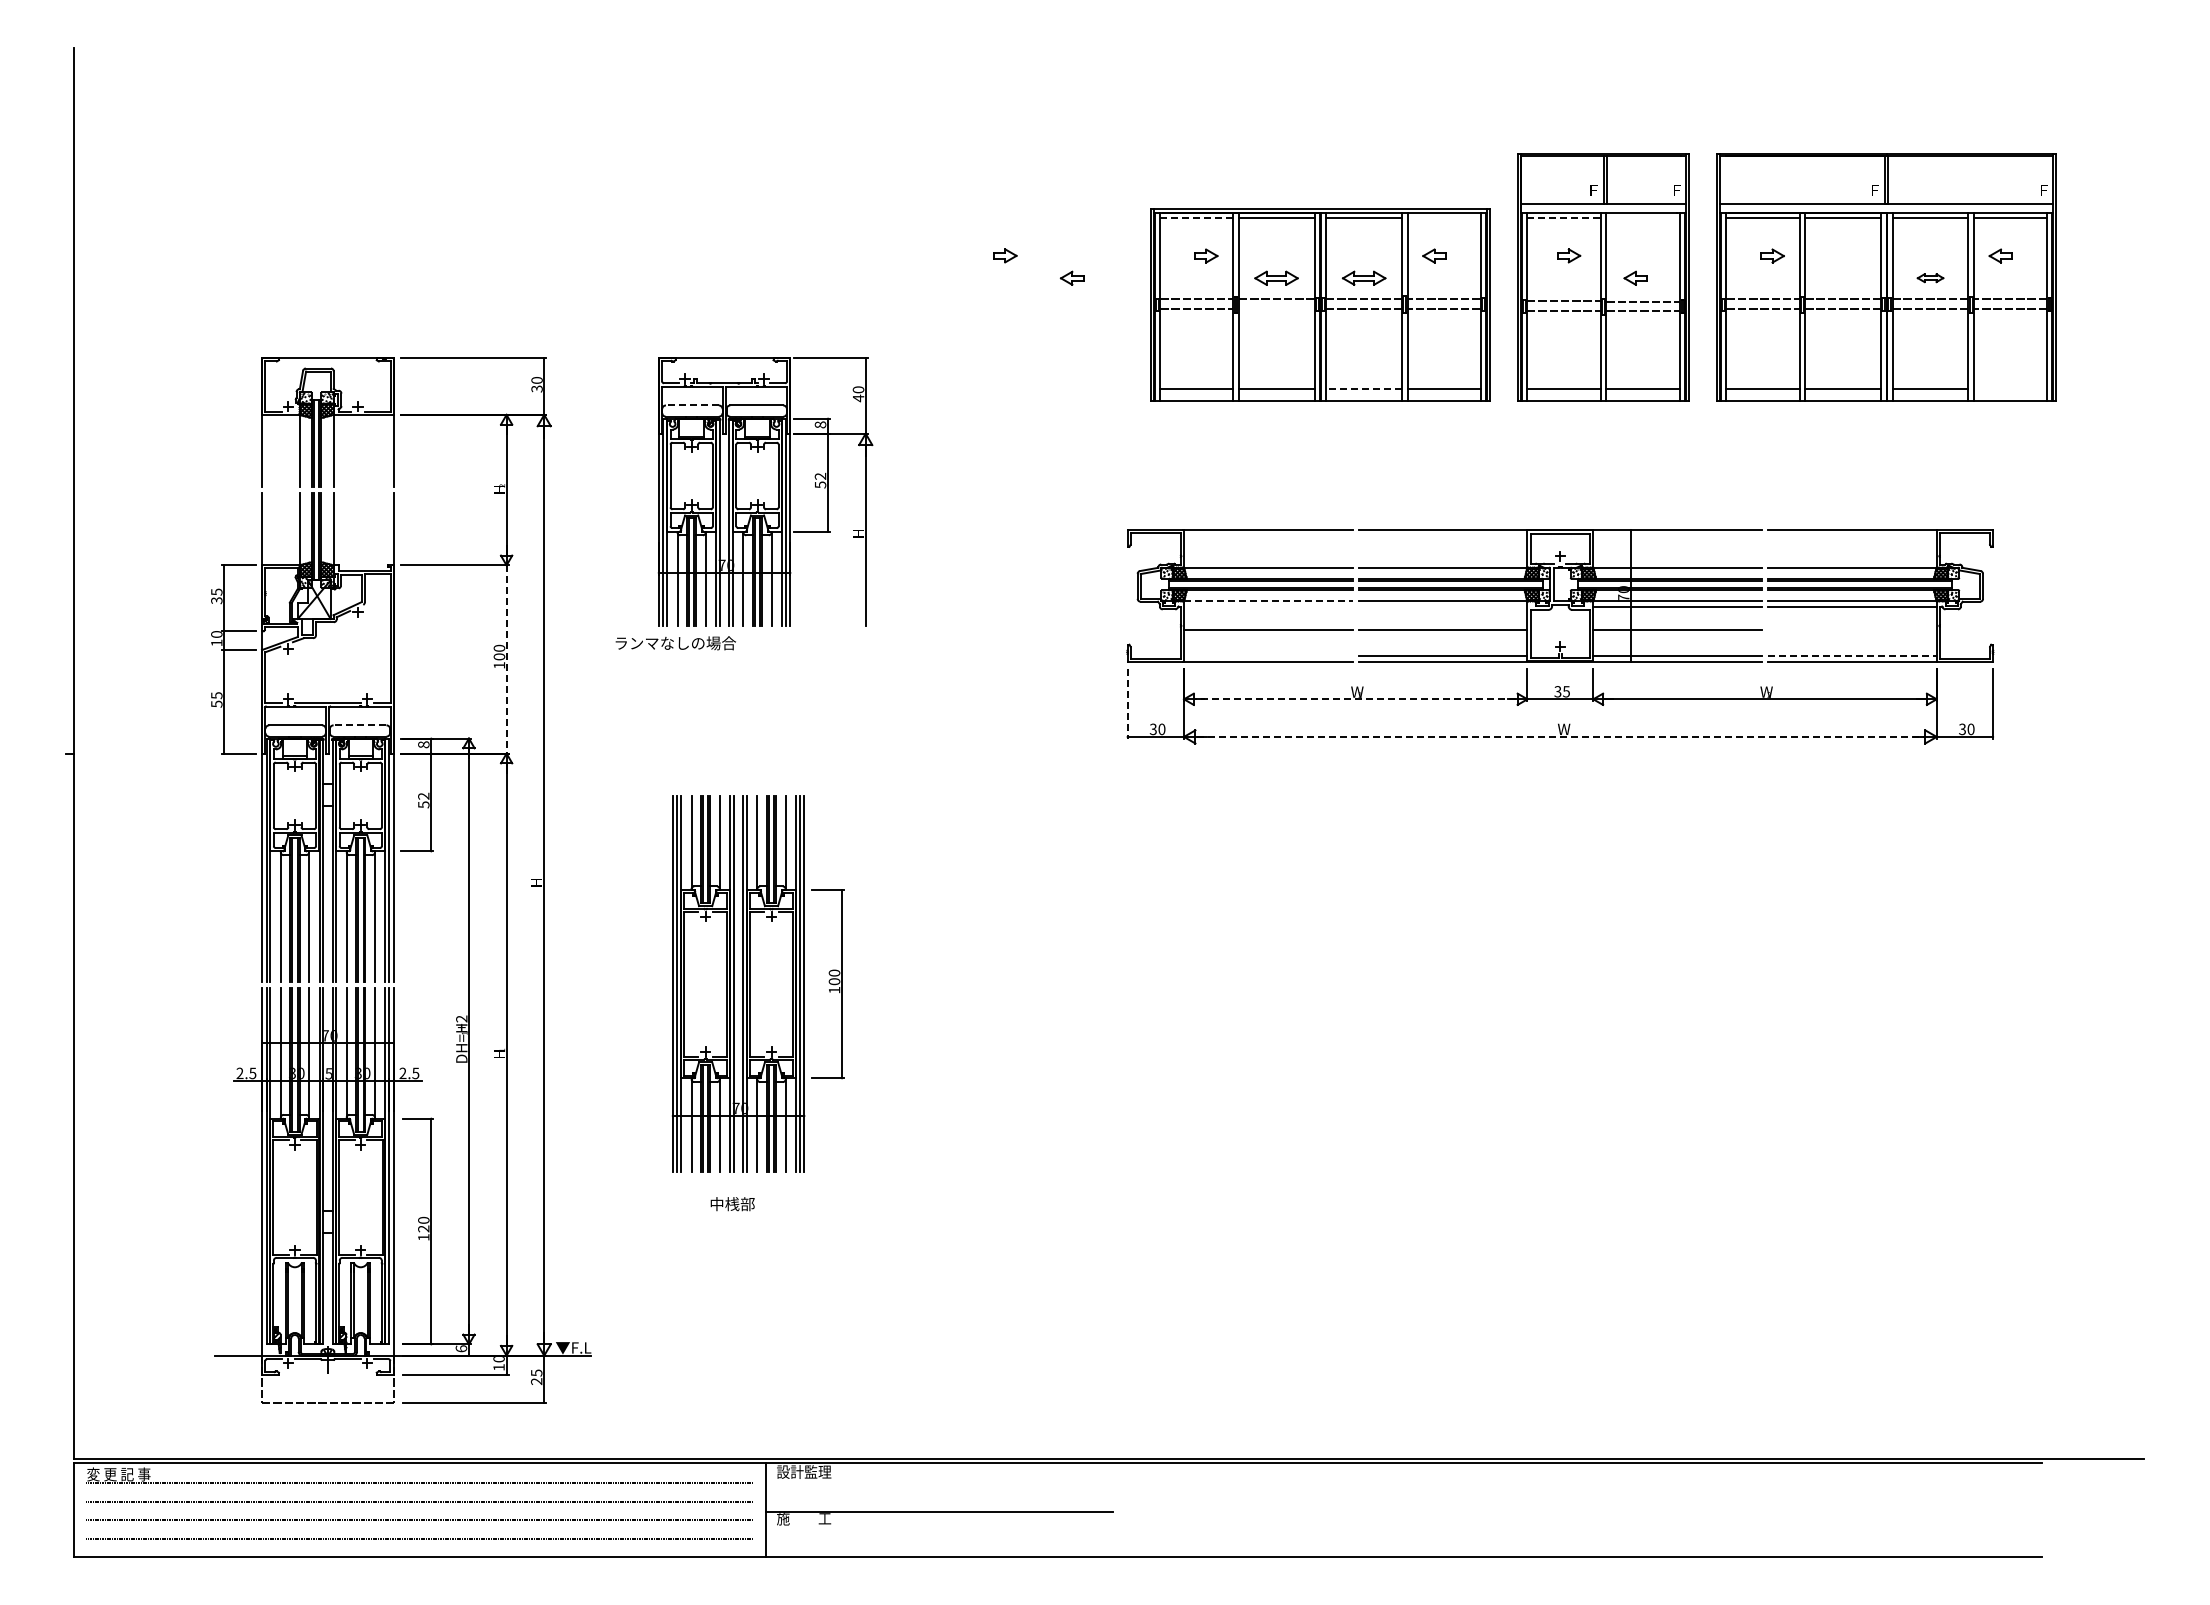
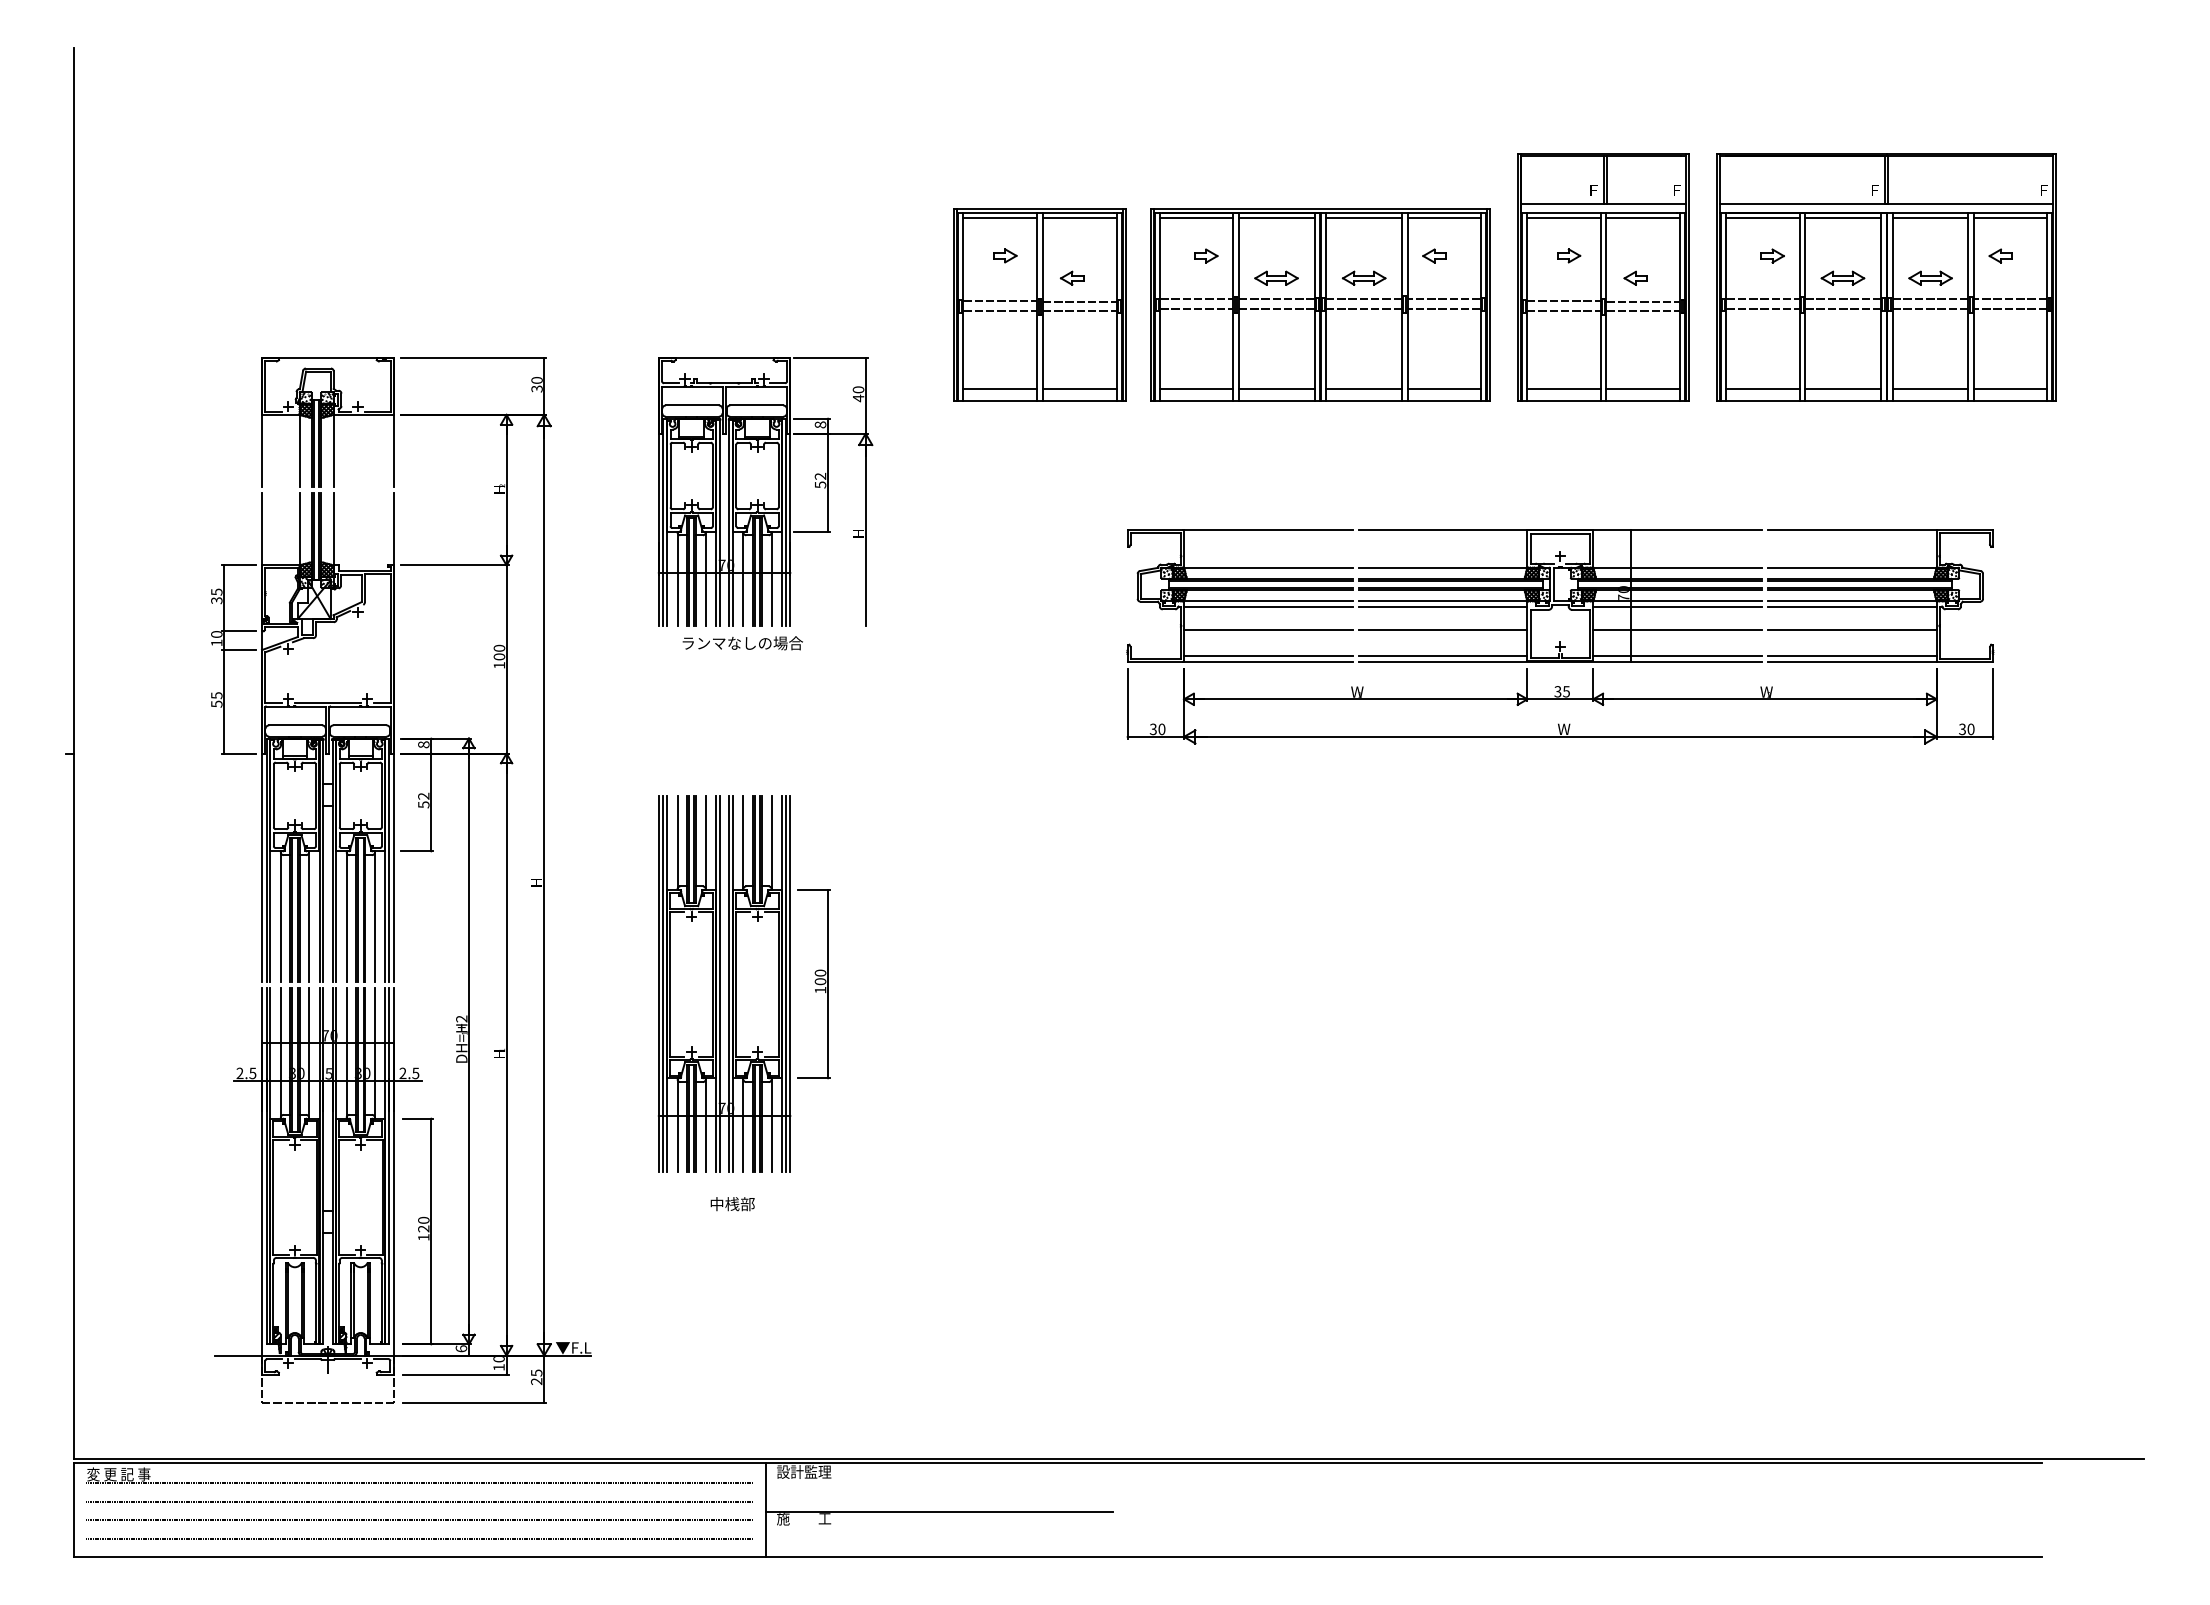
line at (1196, 217): dashed -> solid
line at (1443, 217): none -> present
line at (1563, 217): dashed -> solid
line at (1643, 217): none -> present
part at (1842, 277): none -> present
part at (1930, 278) size: 29x11 px -> 45x16 px
part at (1039, 304): none -> present
line at (1276, 308): none -> present
line at (1364, 389): dashed -> solid
line at (2010, 389): none -> present
line at (691, 405): dashed -> solid
line at (1268, 601): dashed -> solid
line at (1268, 607): none -> present
line at (1442, 607): none -> present
line at (1851, 629): none -> present
text at (675, 643) position: (675, 643) -> (742, 643)
line at (1268, 656): none -> present
line at (1852, 656): dashed -> solid
line at (506, 659): dashed -> solid
line at (1355, 699): dashed -> solid
line at (1127, 704): dashed -> solid
line at (359, 725): dashed -> solid
line at (1560, 736): dashed -> solid
part at (757, 983) position: (757, 983) -> (743, 983)
